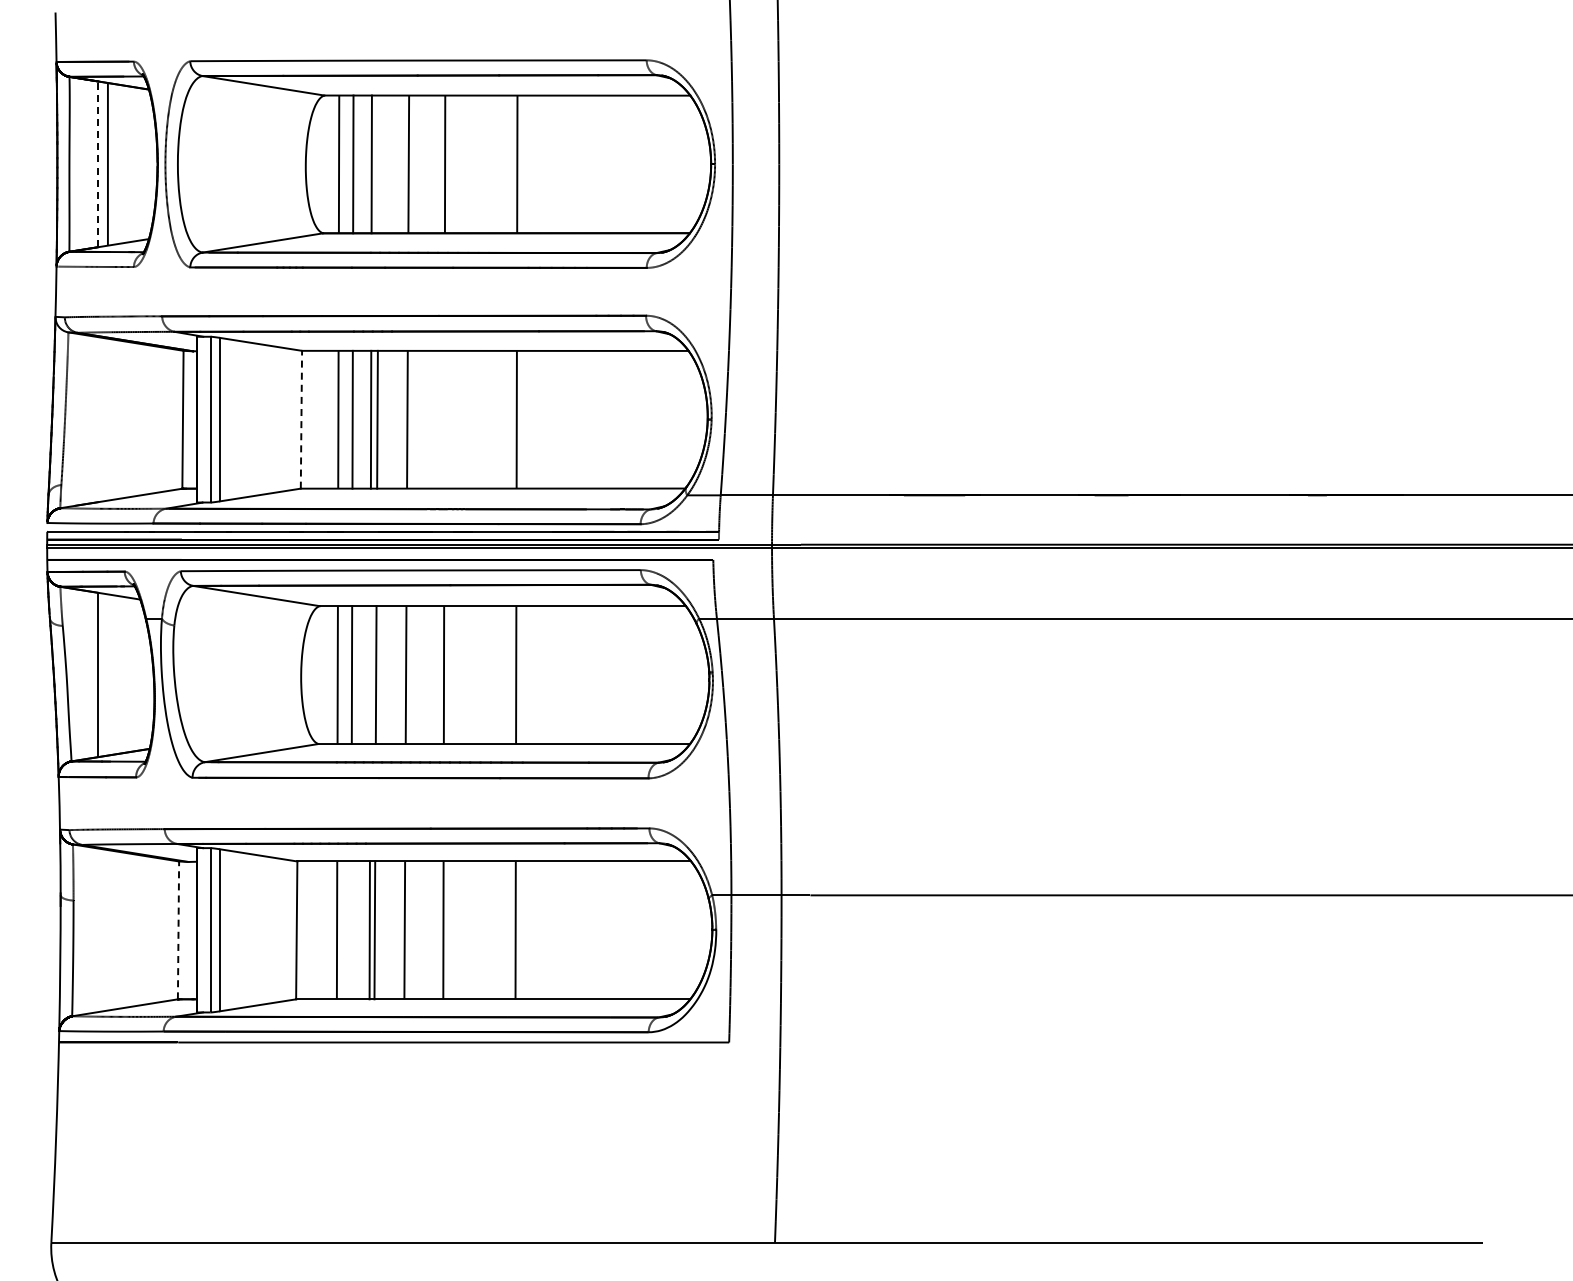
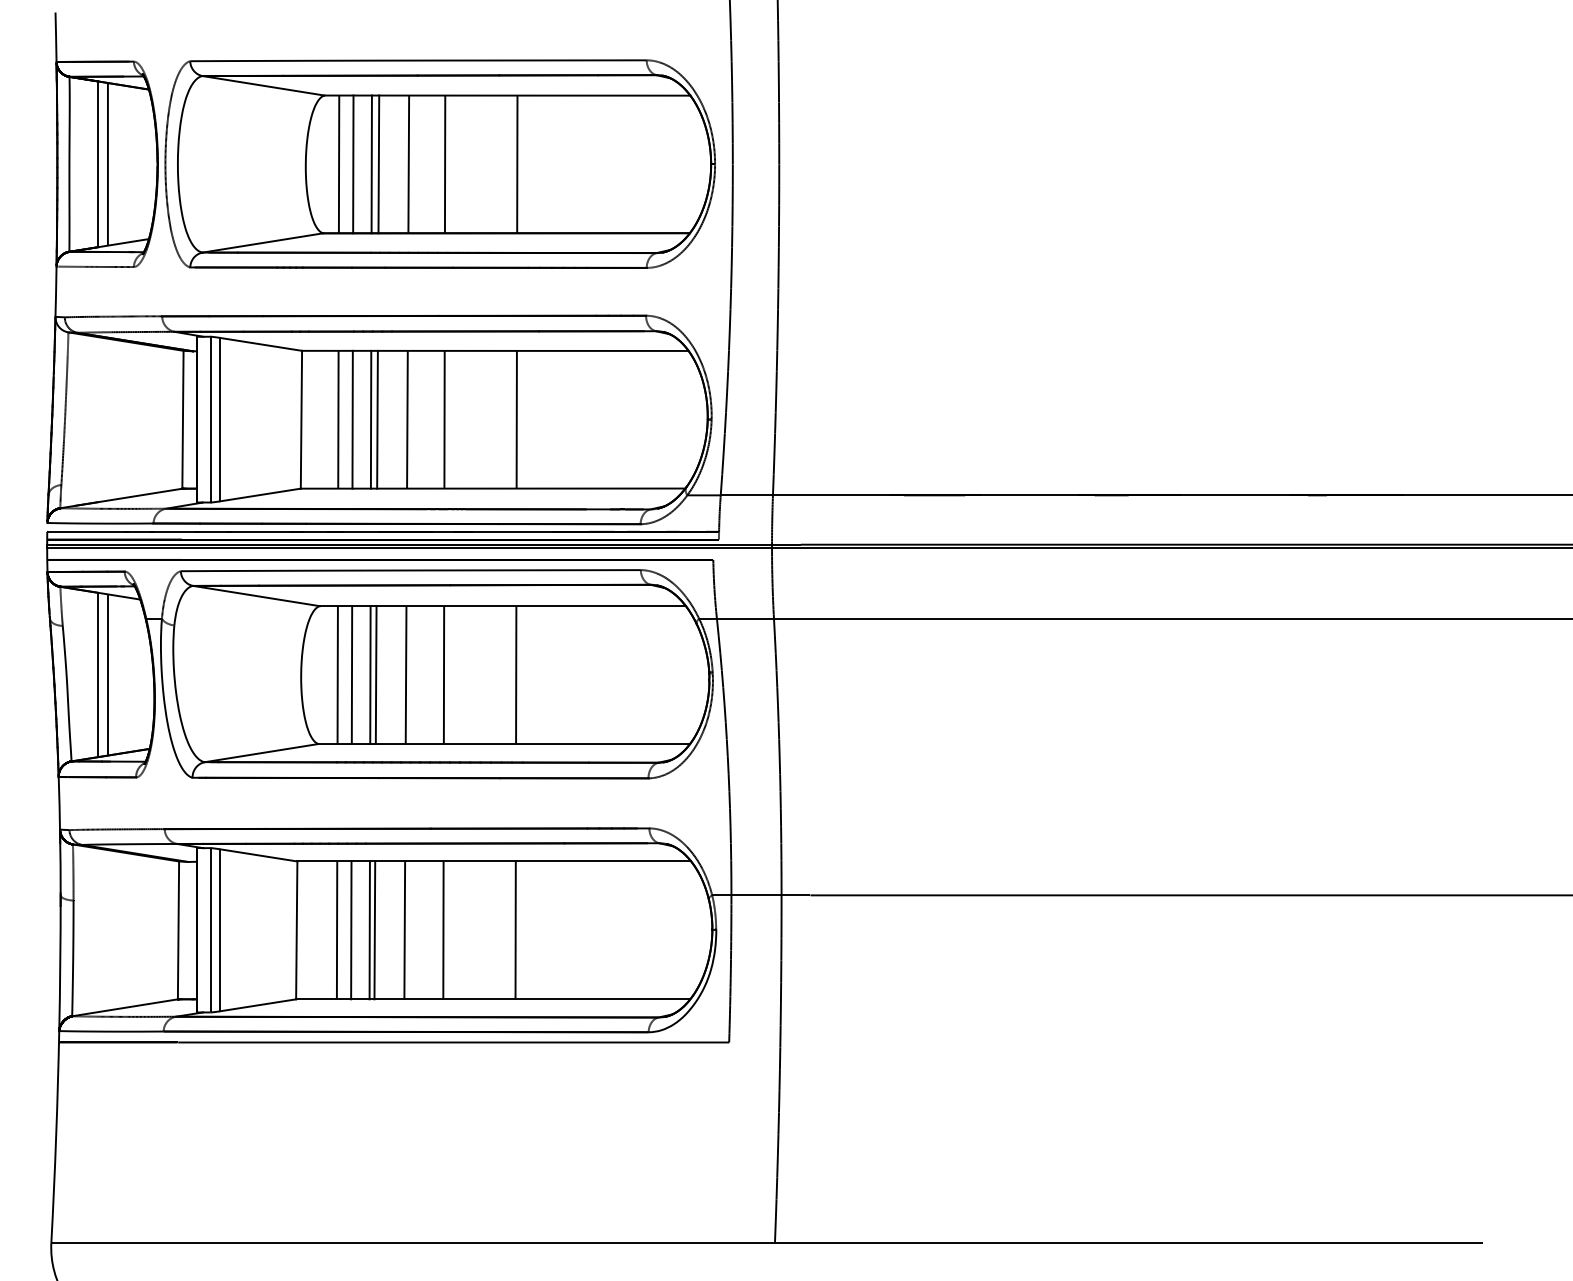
line at (98, 164): dashed -> solid
line at (378, 164): none -> present
line at (301, 419): dashed -> solid
line at (444, 419): none -> present
line at (107, 674): none -> present
line at (370, 675): none -> present
line at (178, 930): dashed -> solid
line at (351, 930): none -> present
